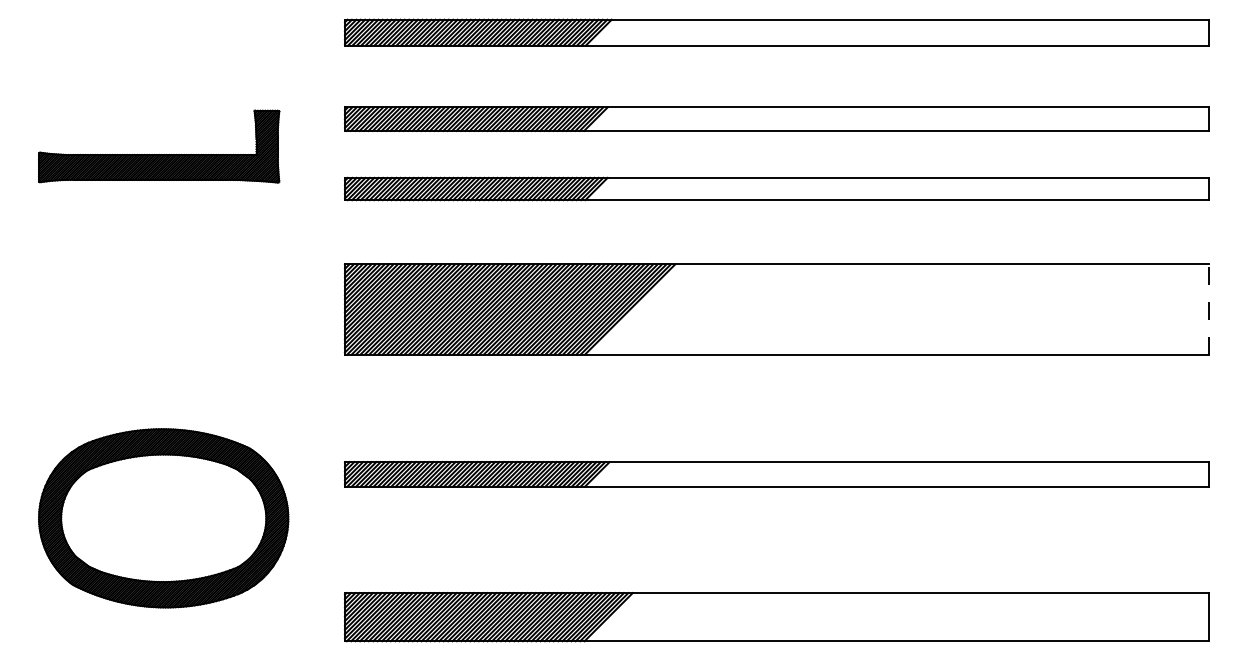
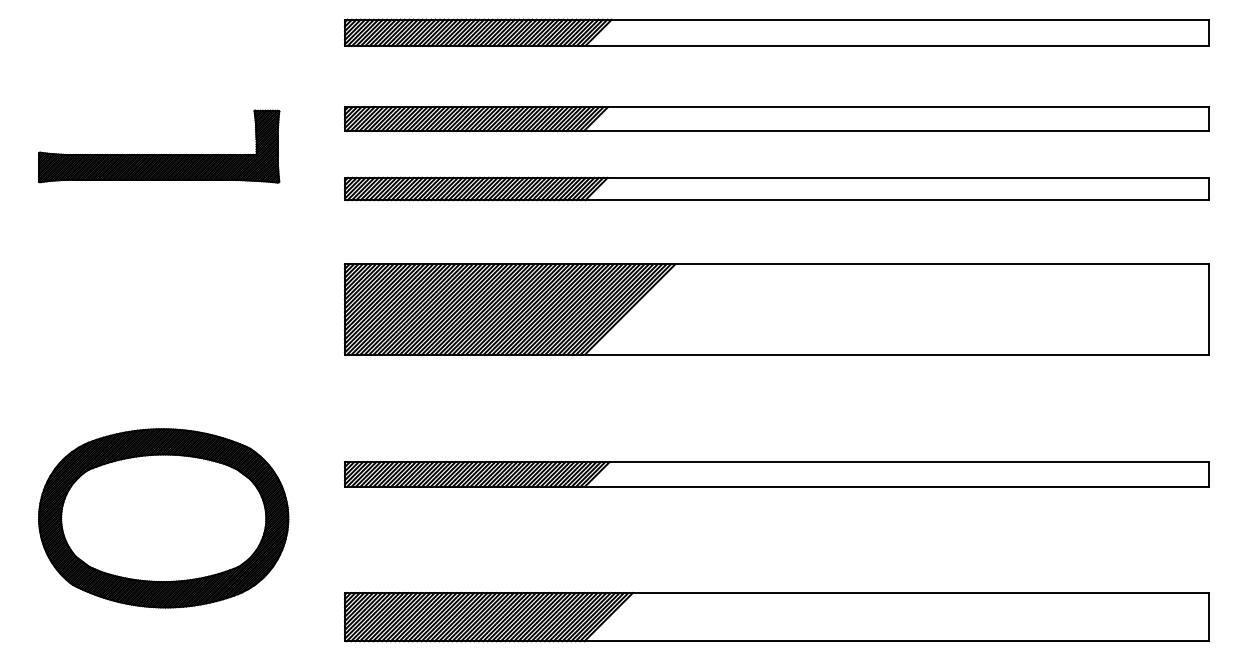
line at (1208, 308): dashed -> solid
